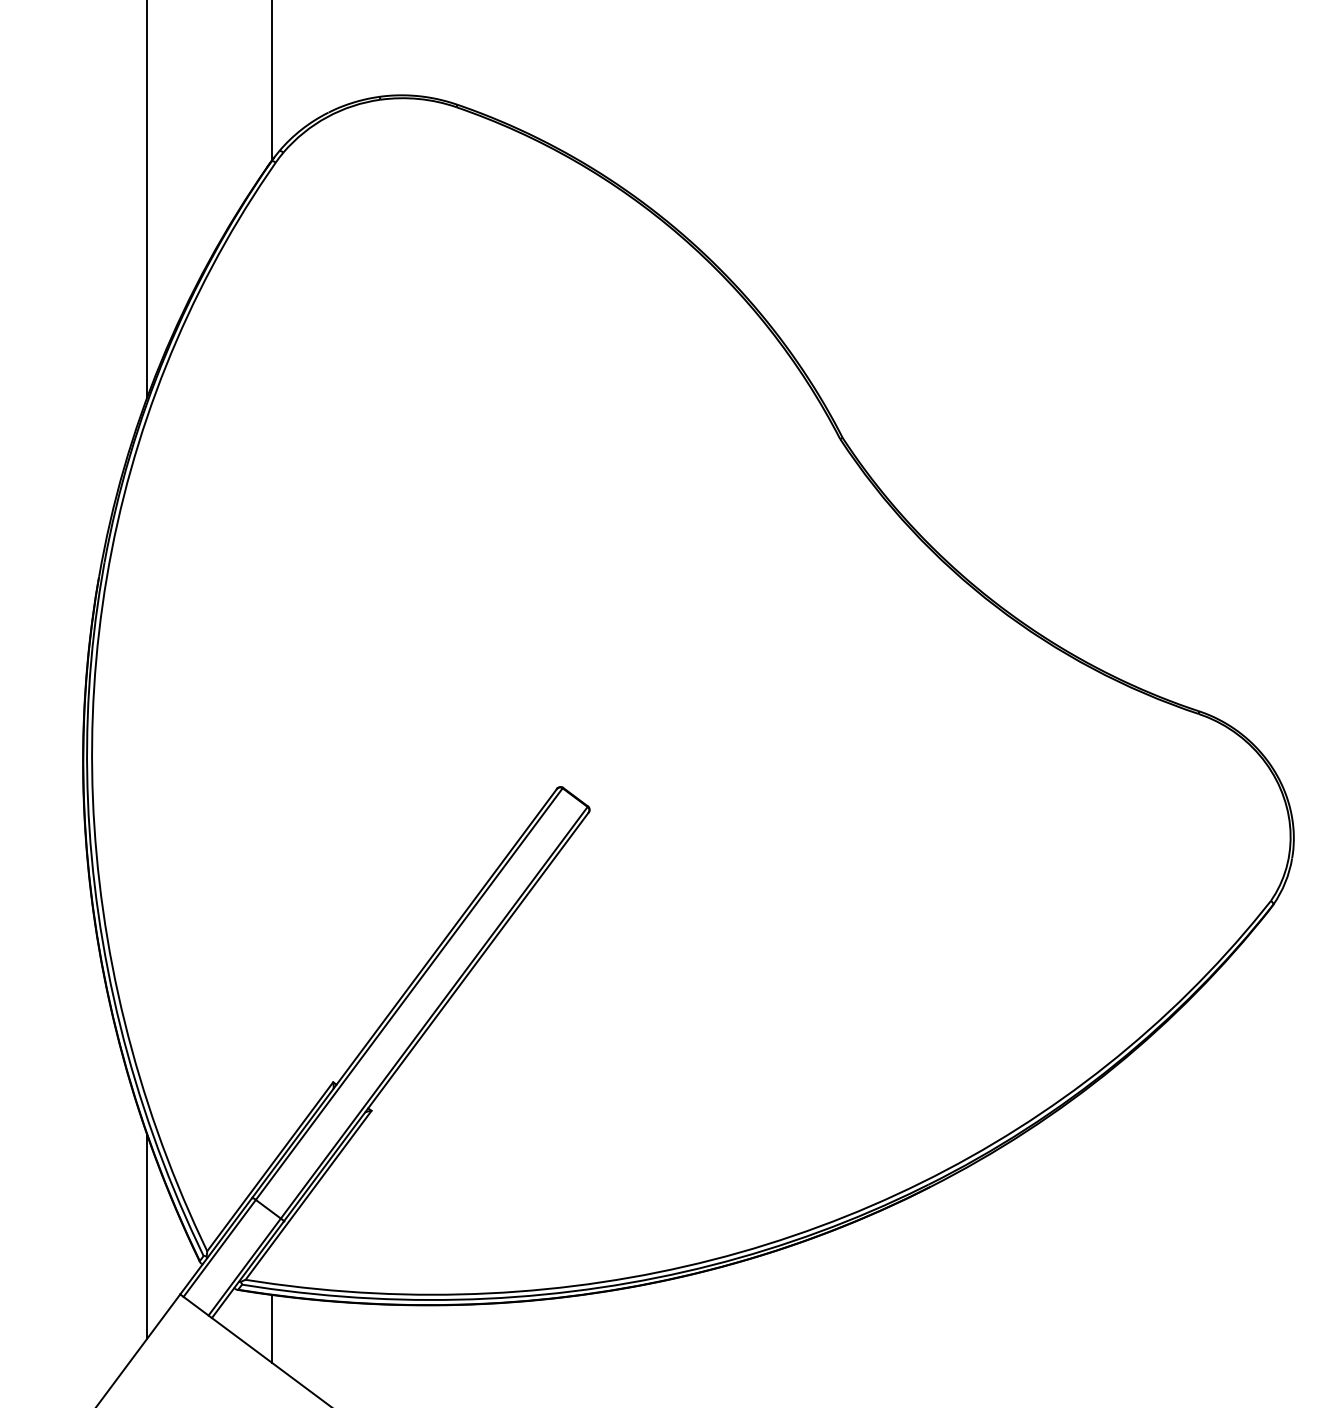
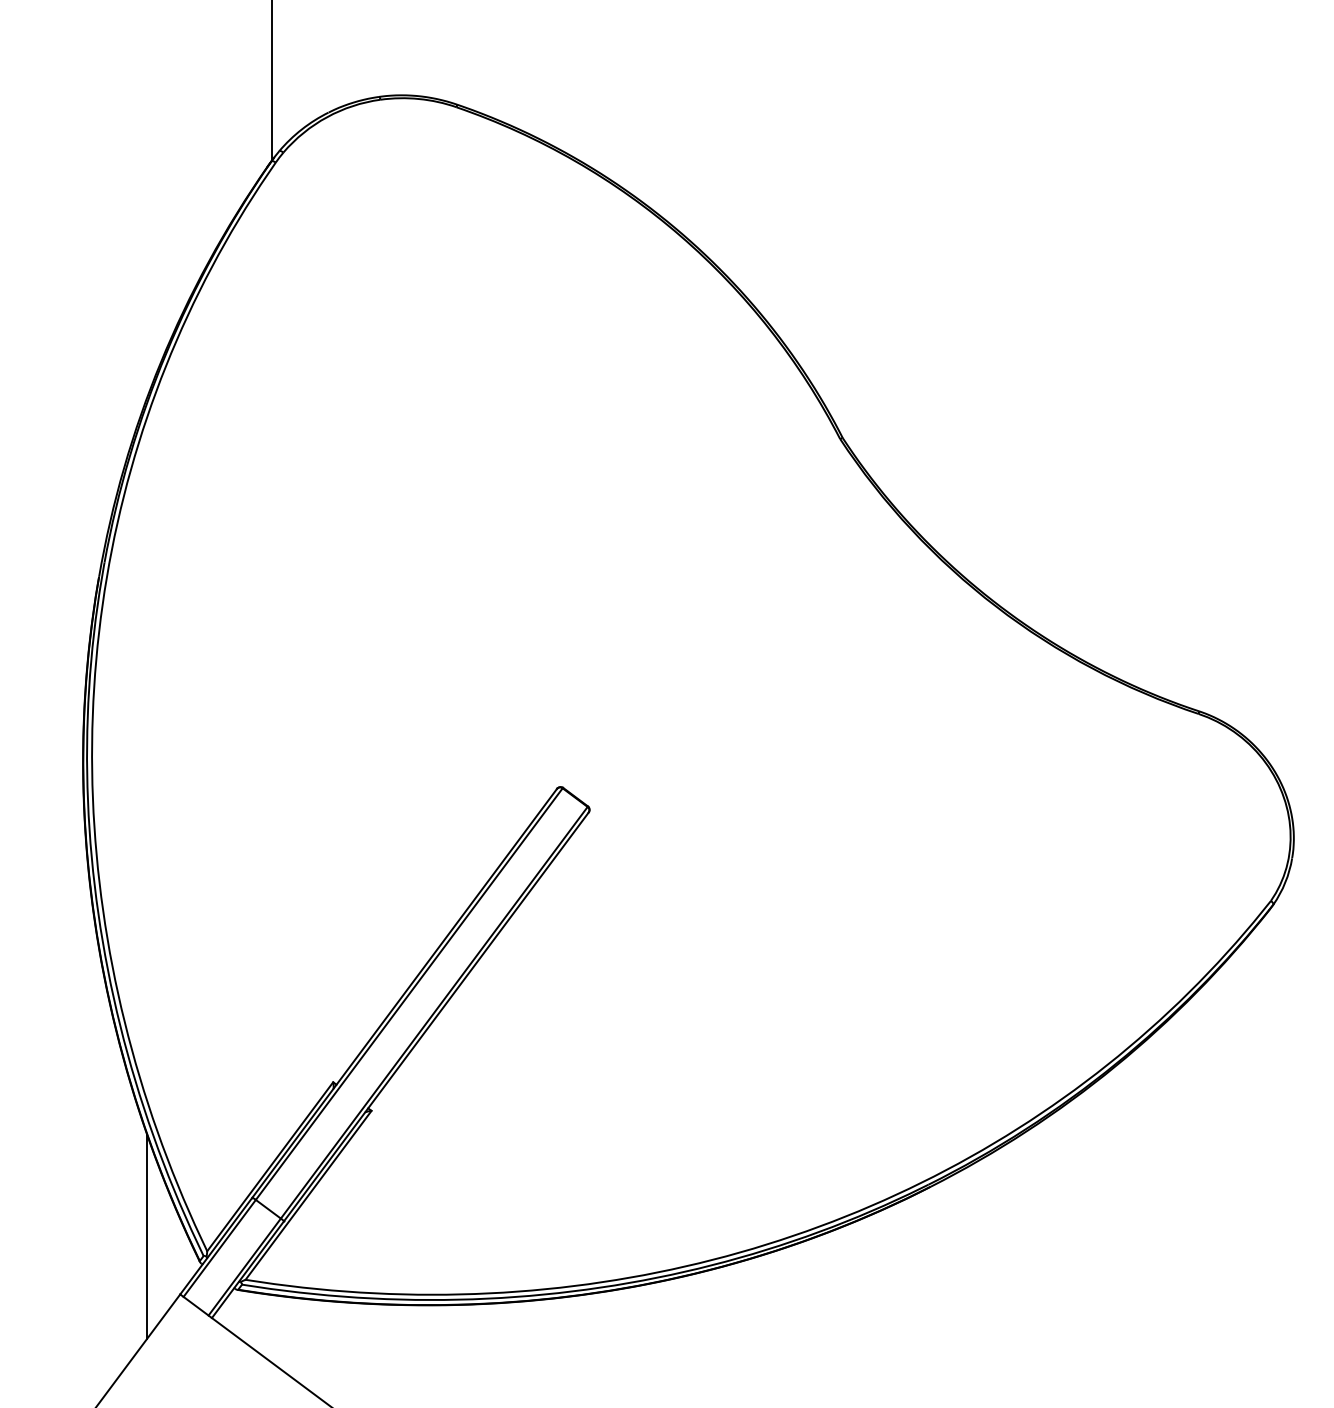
line at (147, 199): present -> none
line at (271, 1328): present -> none
